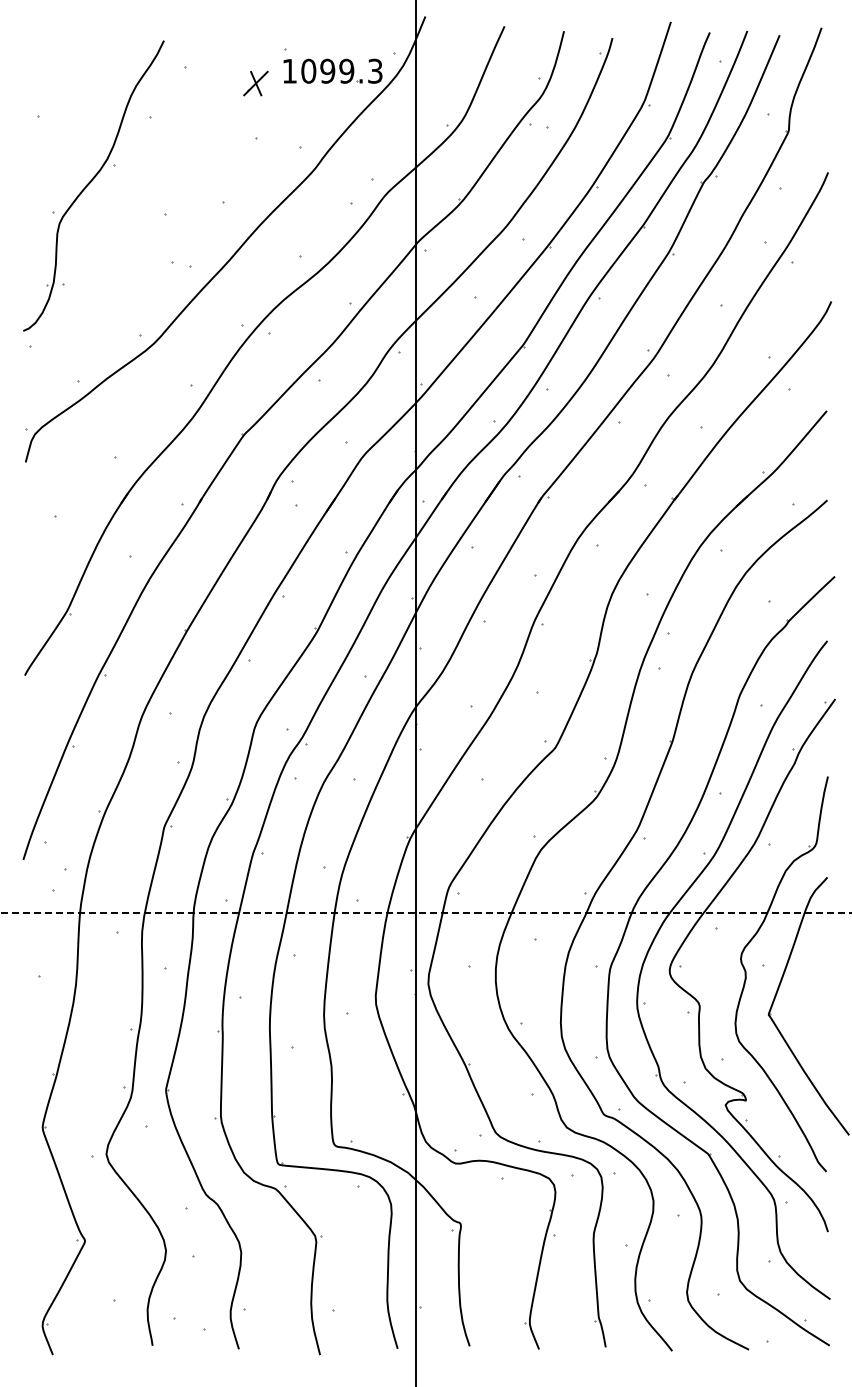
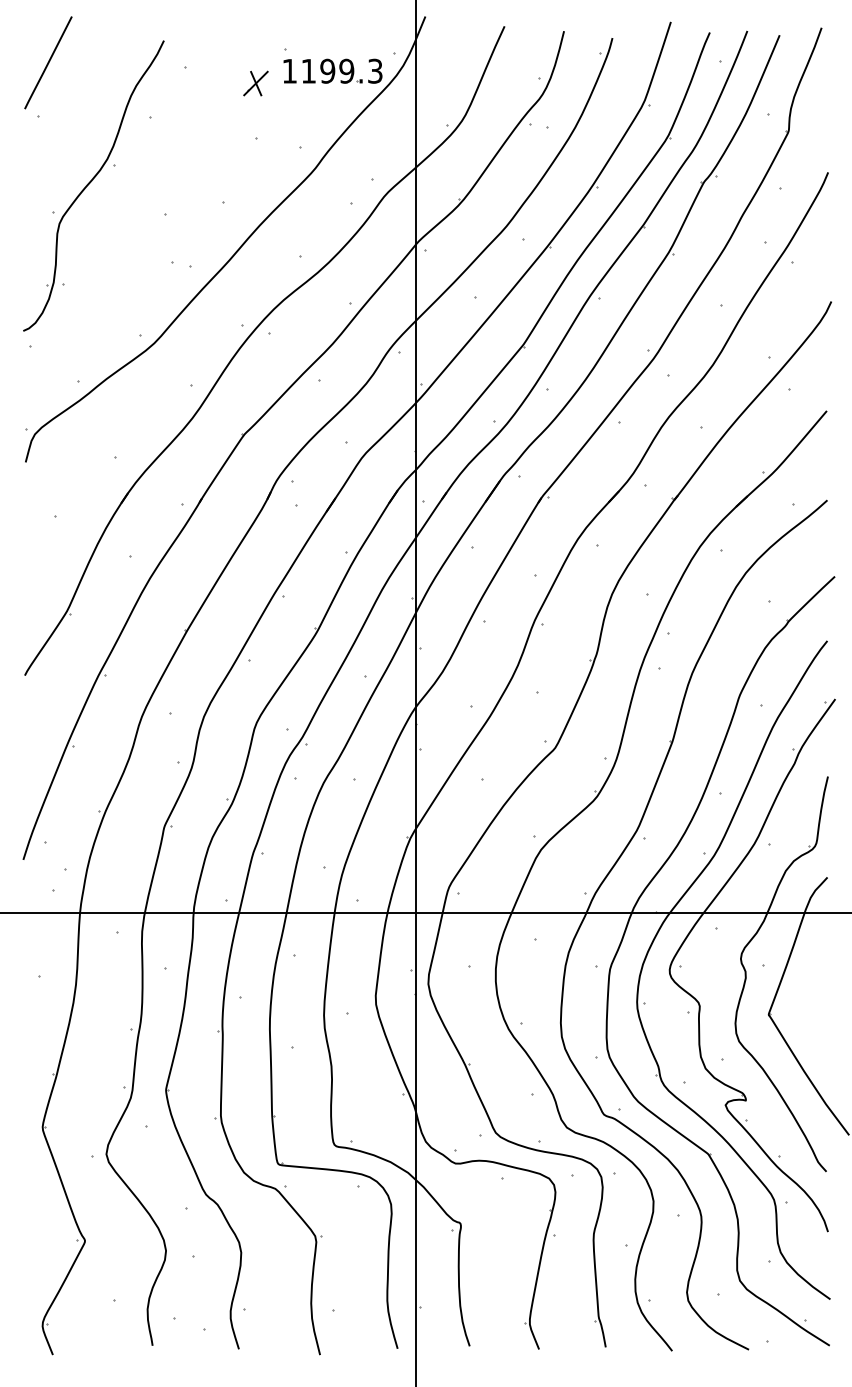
line at (48, 62): none -> present
text at (308, 70): 1099.3 -> 1199.3
line at (426, 913): dashed -> solid
